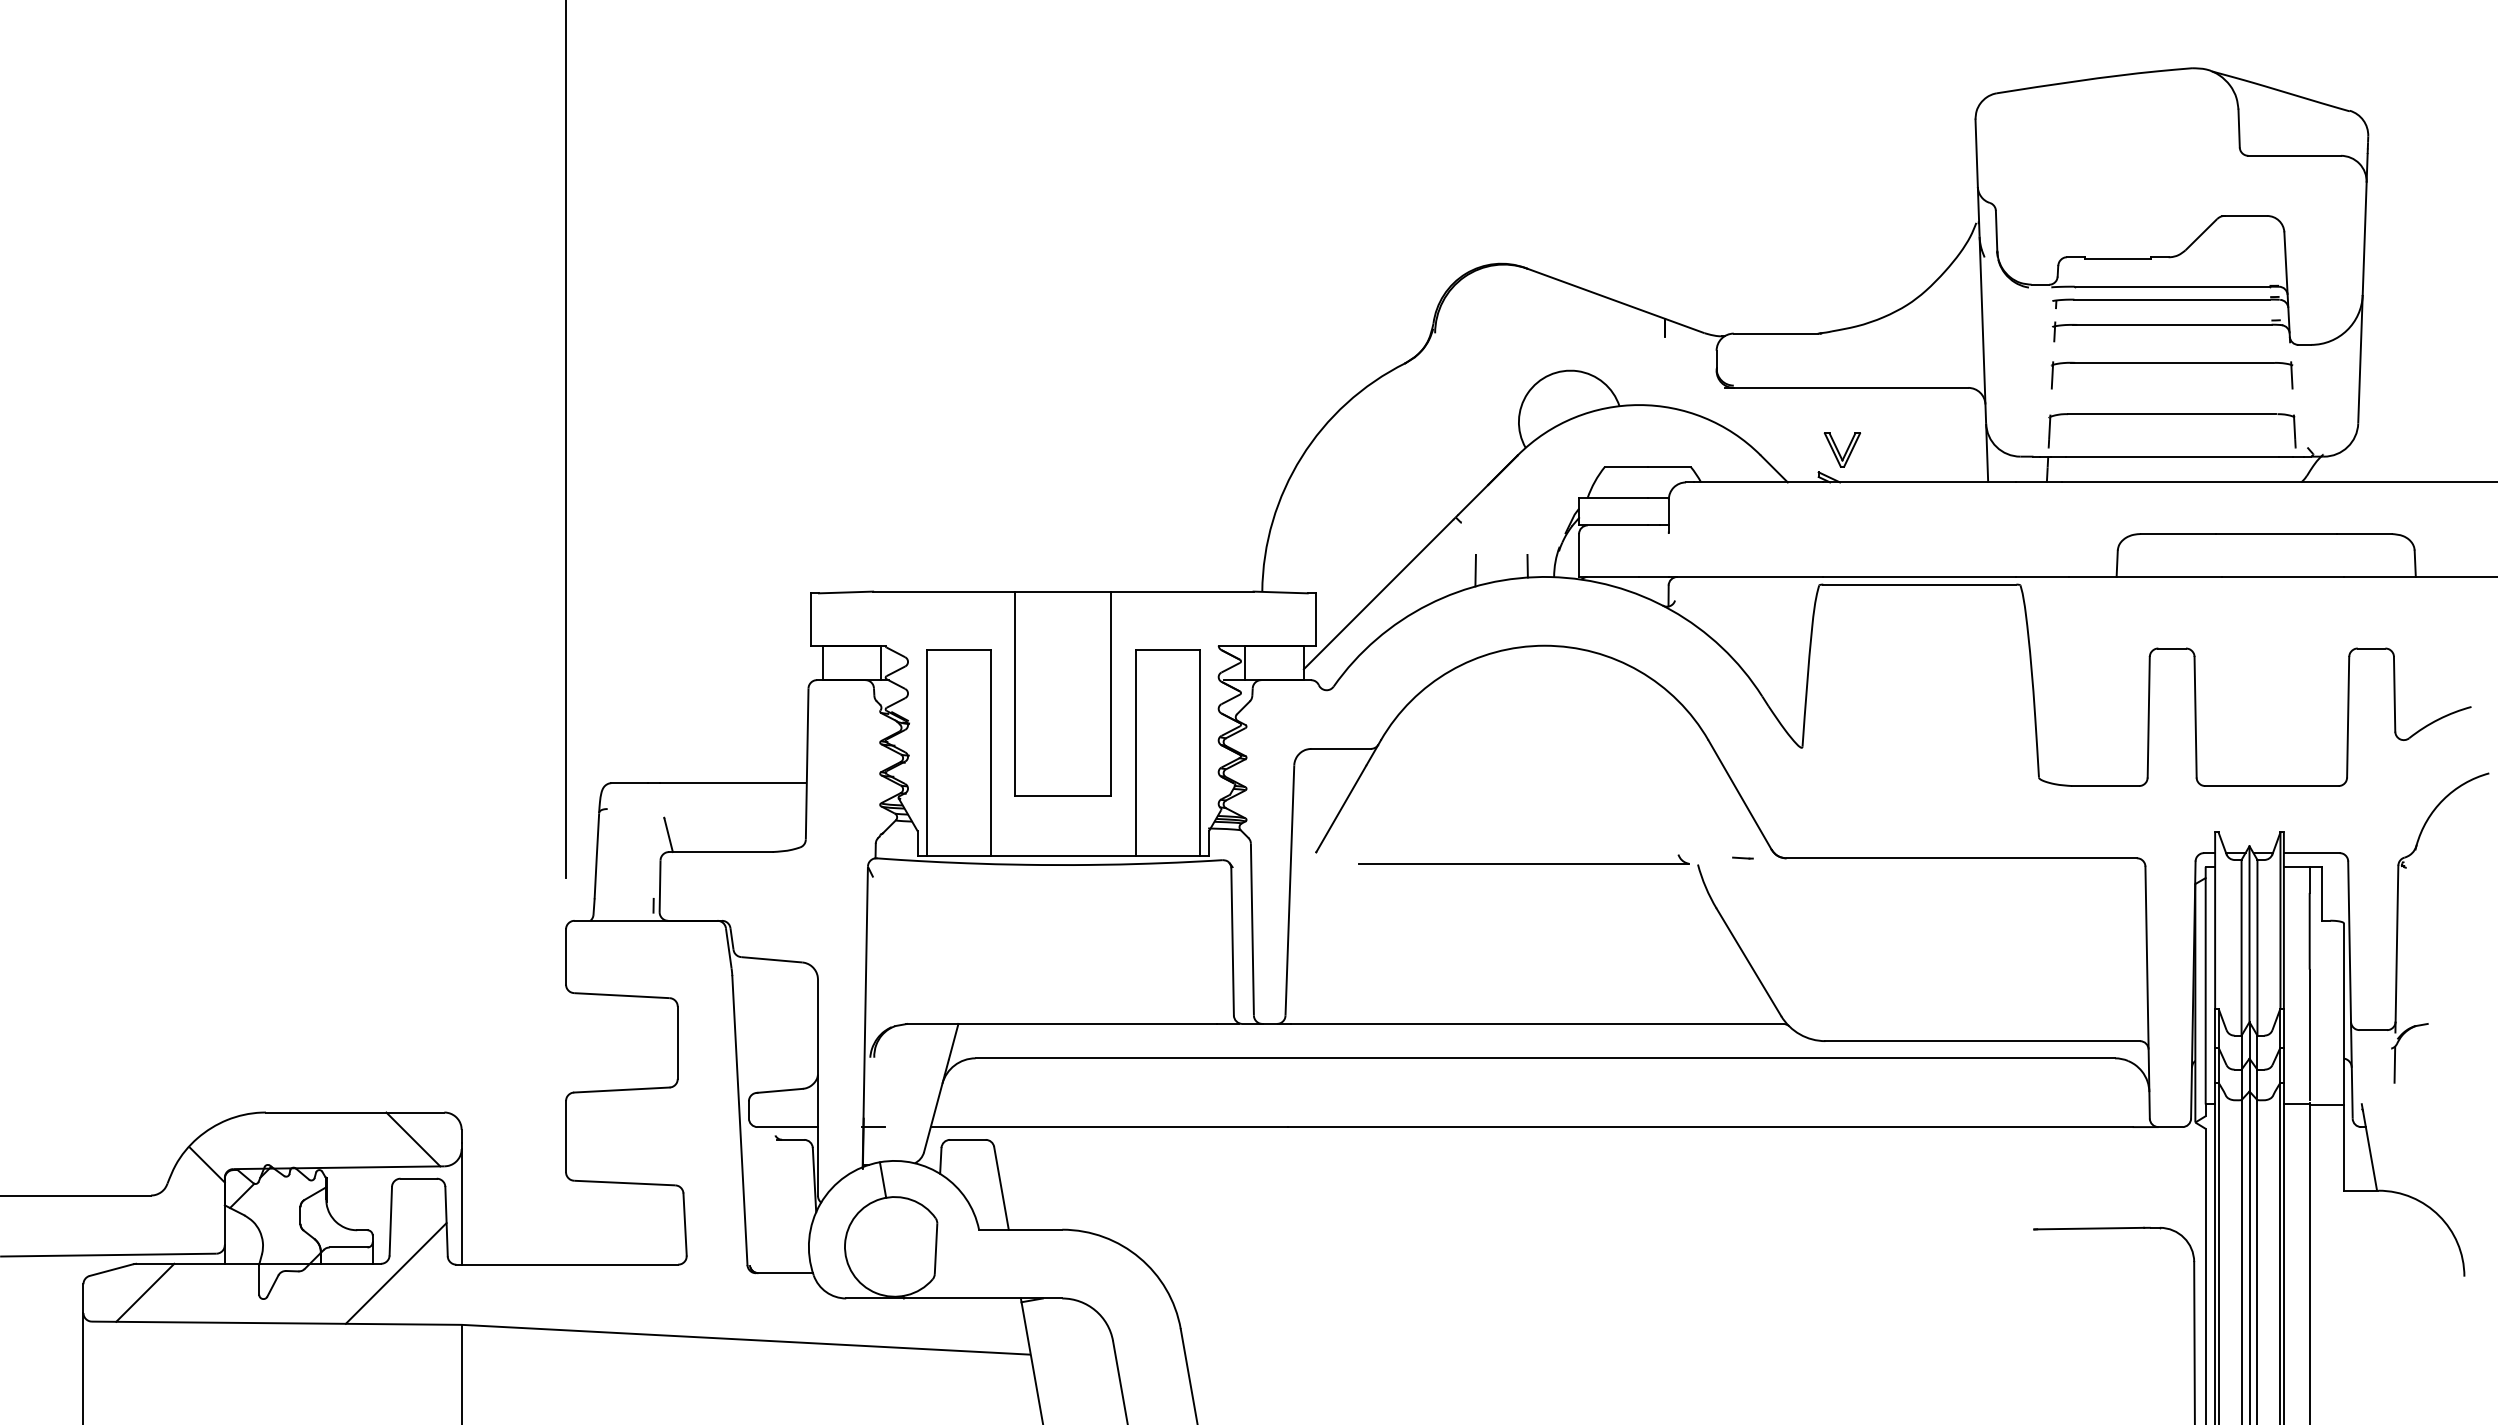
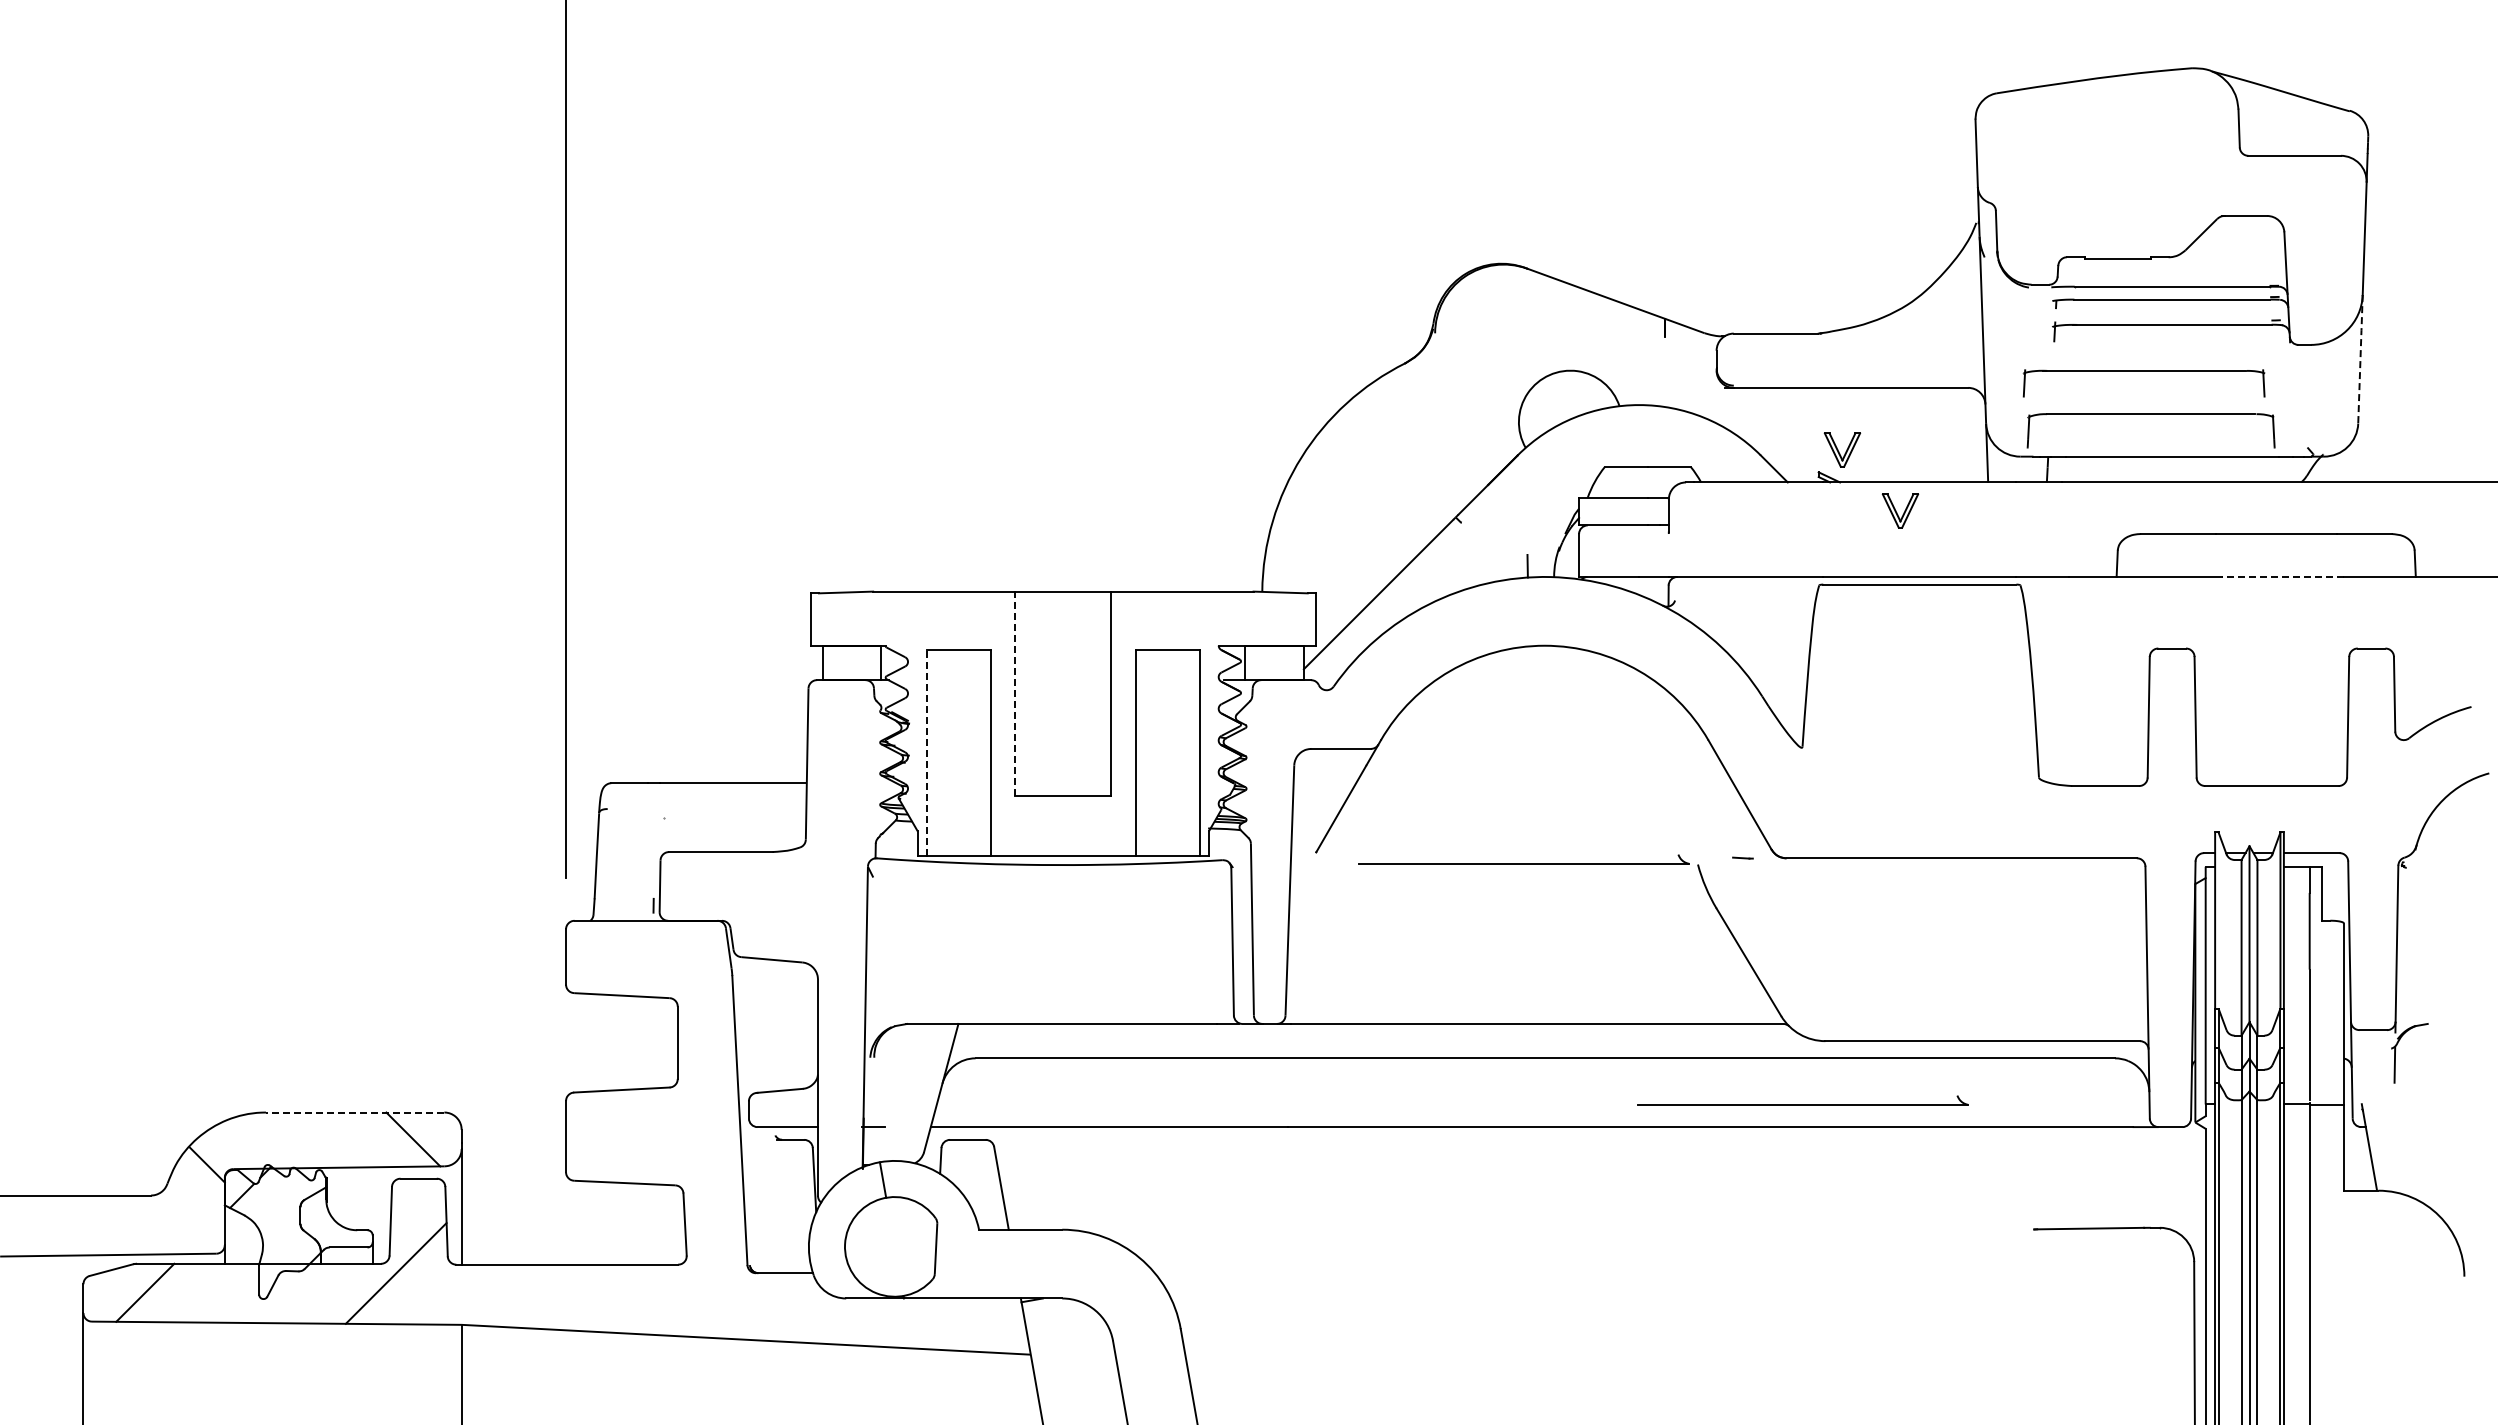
line at (2360, 359): solid -> dashed
part at (2171, 363) position: (2171, 363) -> (2143, 371)
part at (2171, 414) position: (2171, 414) -> (2150, 414)
part at (1900, 510): none -> present
line at (1475, 570): present -> none
line at (2283, 576): solid -> dashed
line at (1015, 693): solid -> dashed
line at (926, 752): solid -> dashed
line at (668, 834): present -> none
part at (1802, 1100): none -> present
line at (354, 1112): solid -> dashed
